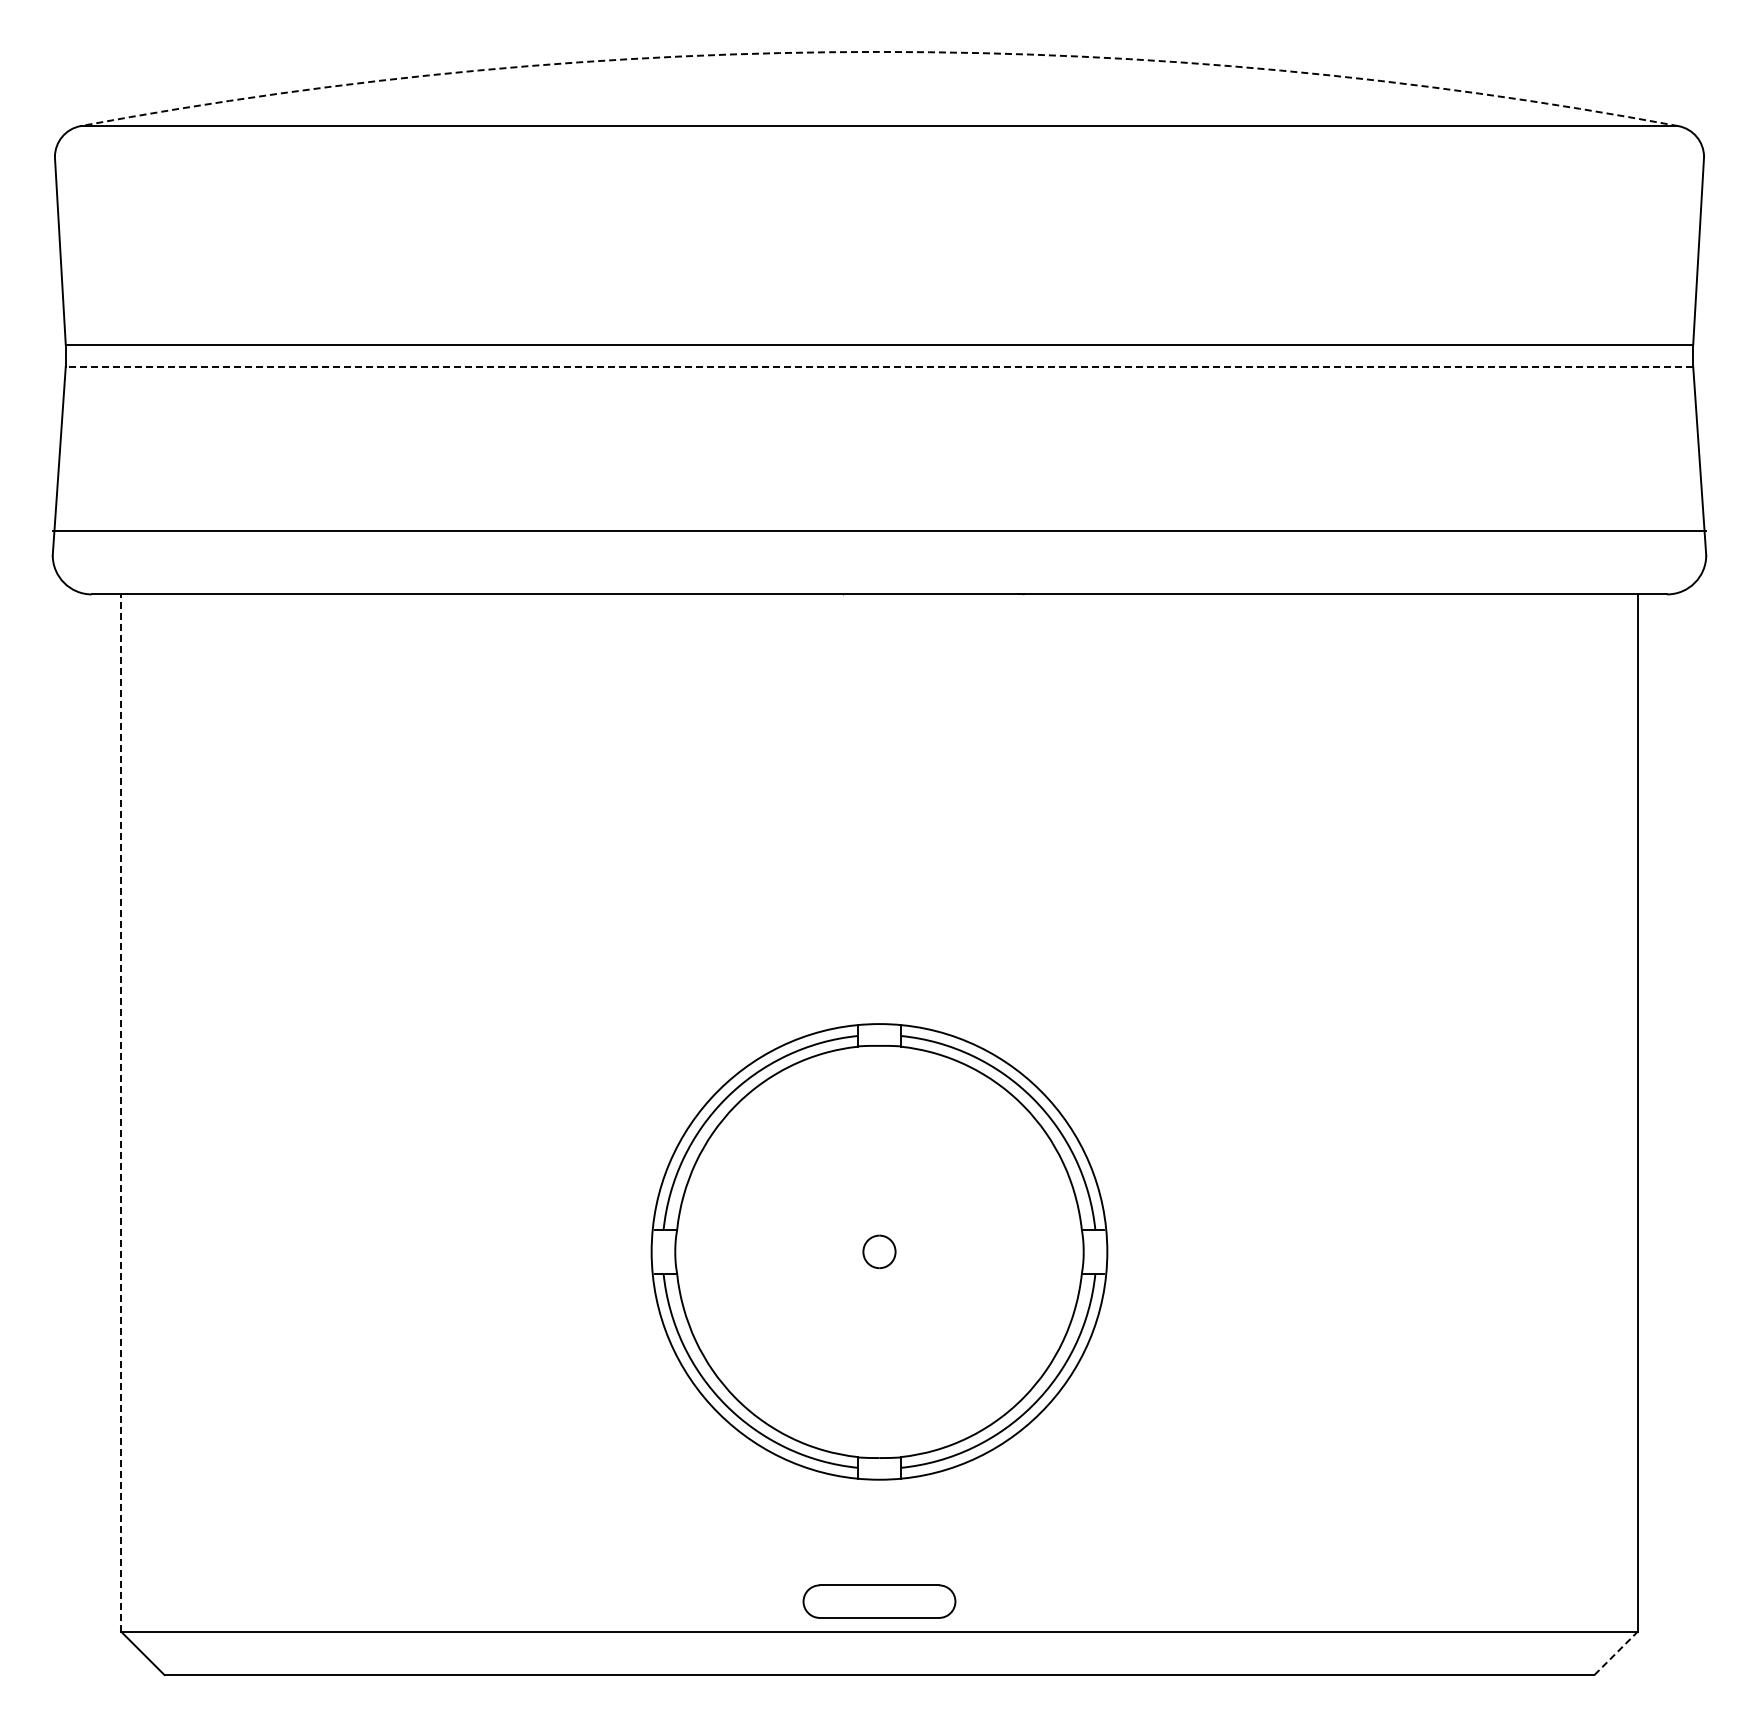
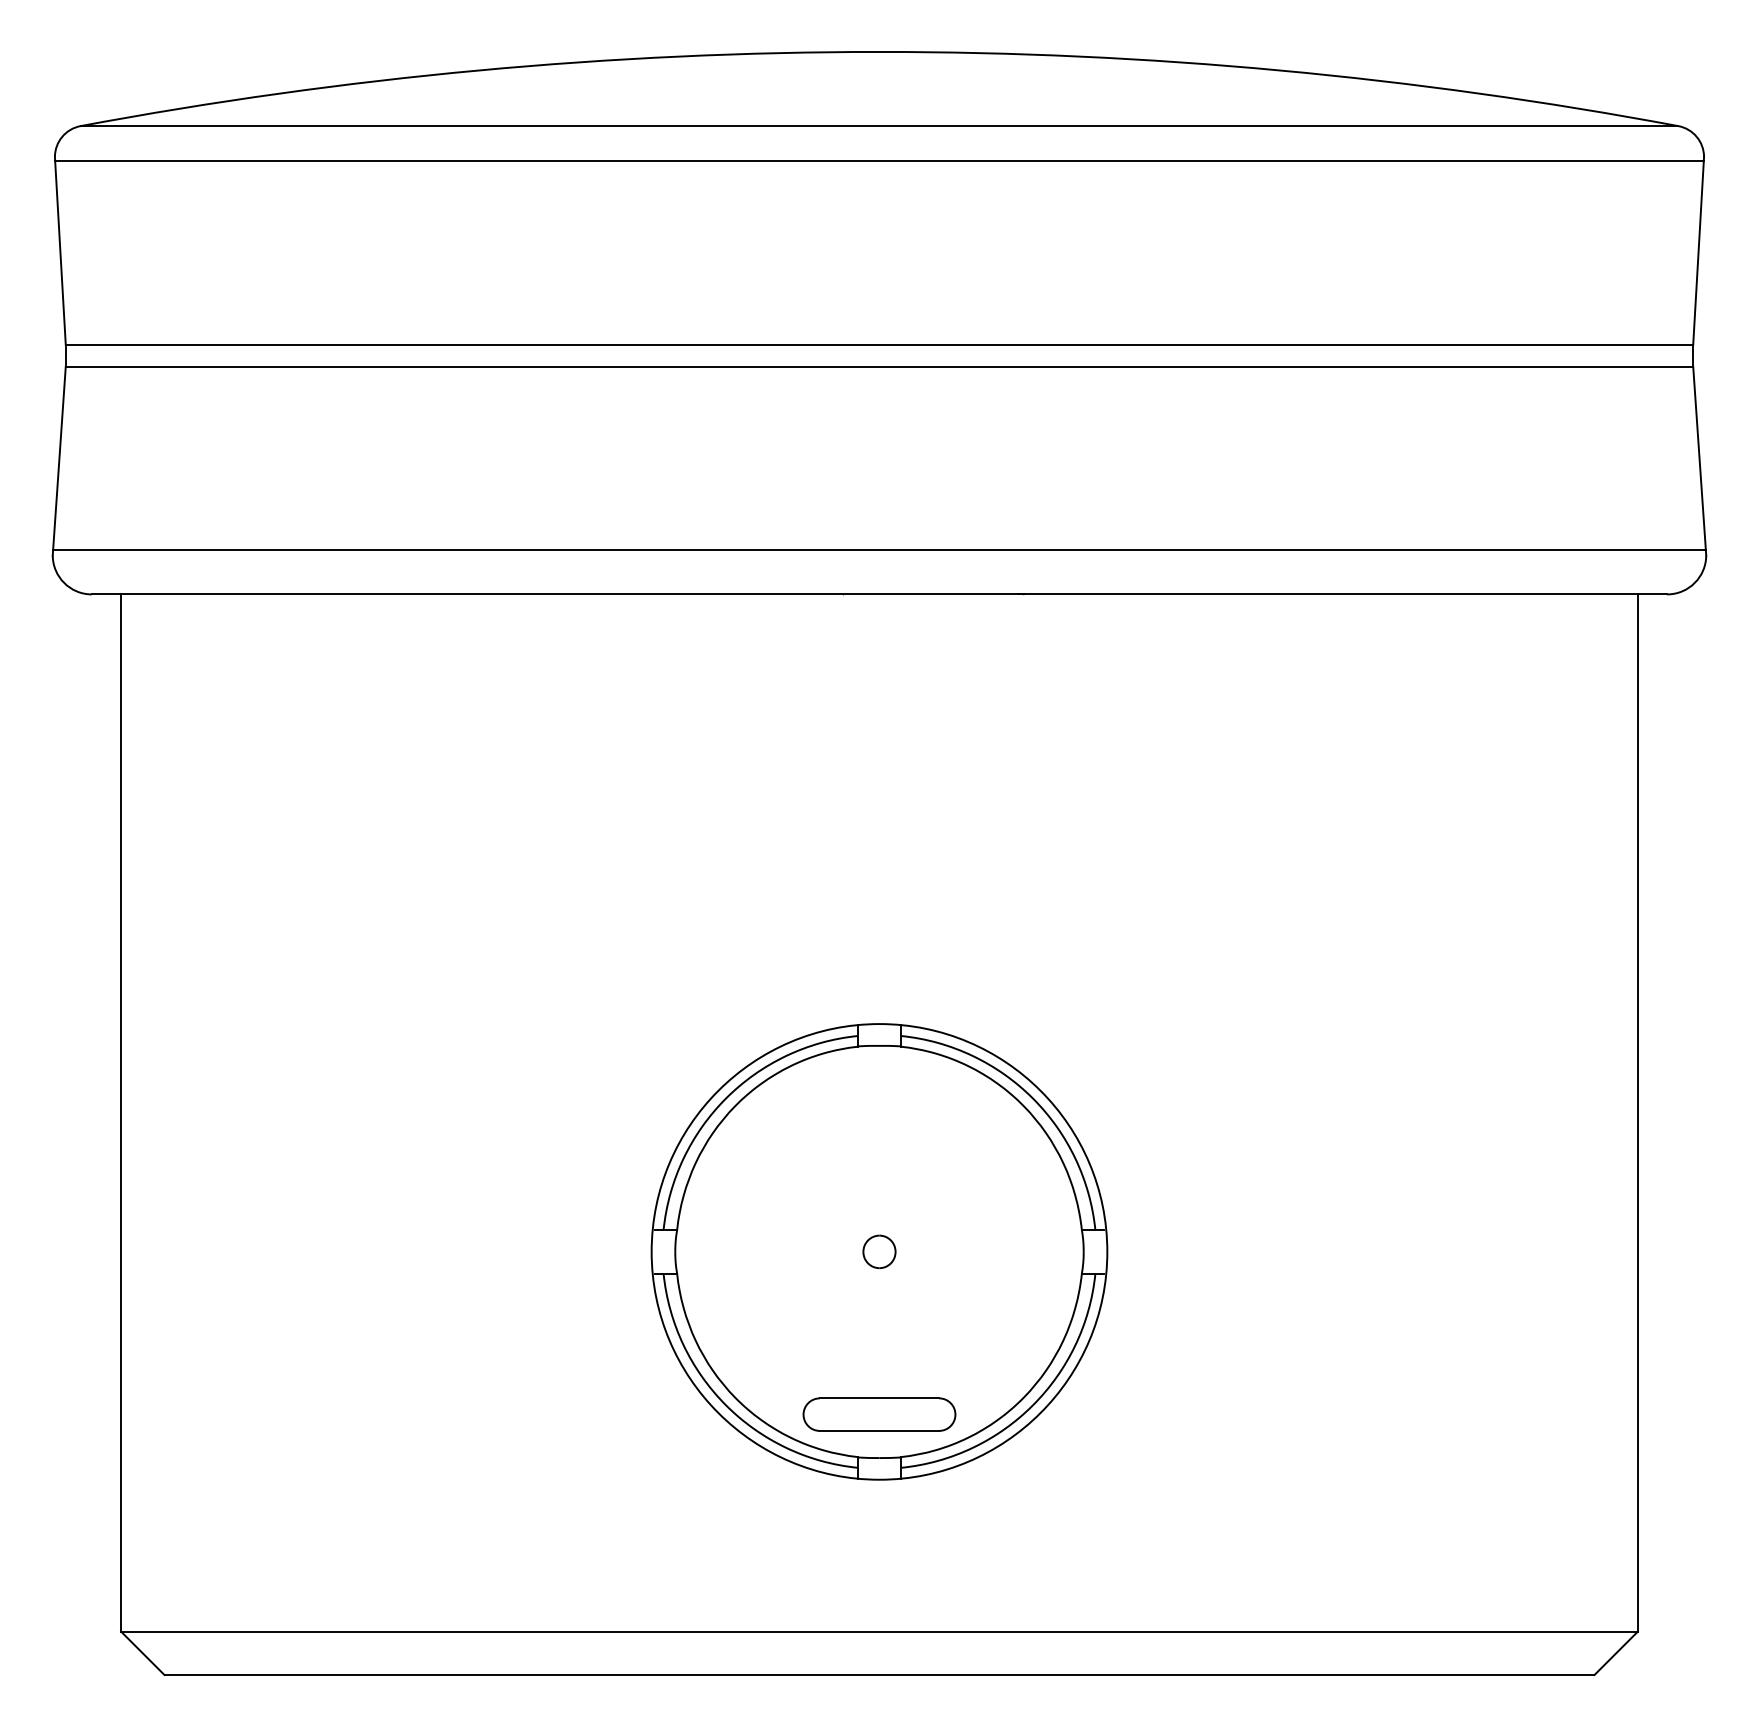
arc at (879, 51): dashed -> solid
line at (879, 160): none -> present
line at (879, 366): dashed -> solid
line at (879, 531) position: (879, 531) -> (879, 550)
line at (121, 1113): dashed -> solid
part at (879, 1601) position: (879, 1601) -> (879, 1414)
line at (1616, 1653): dashed -> solid
